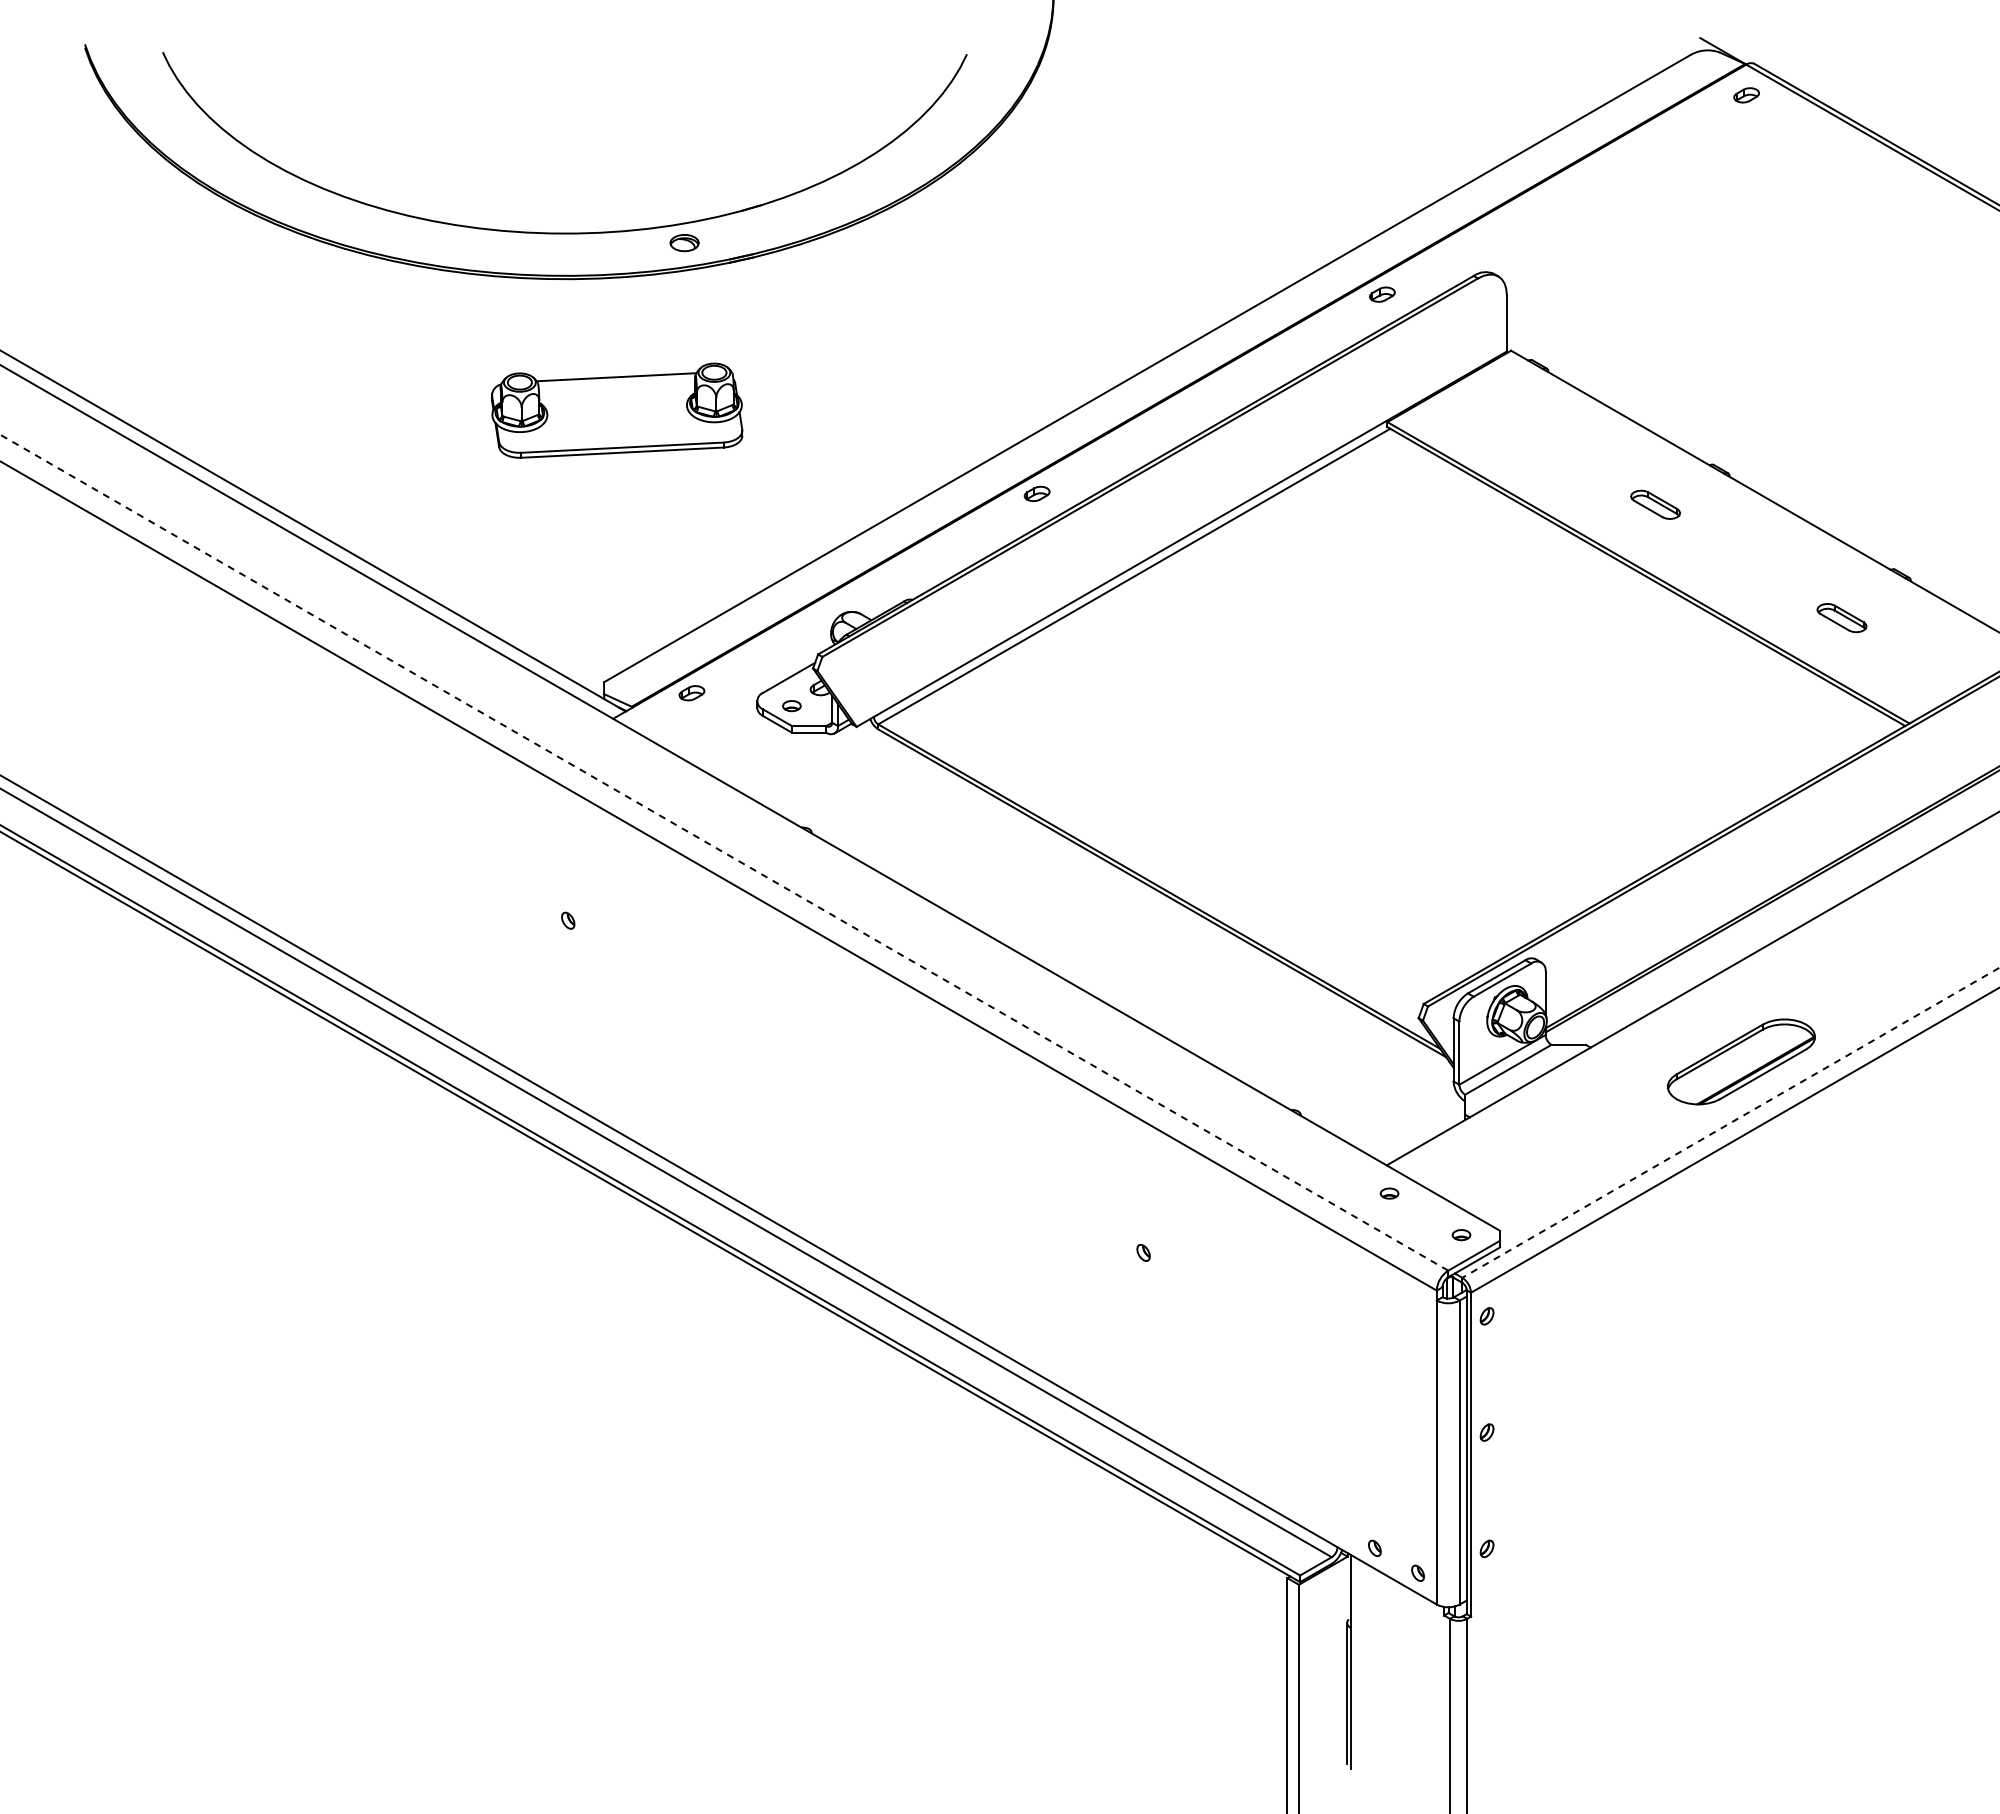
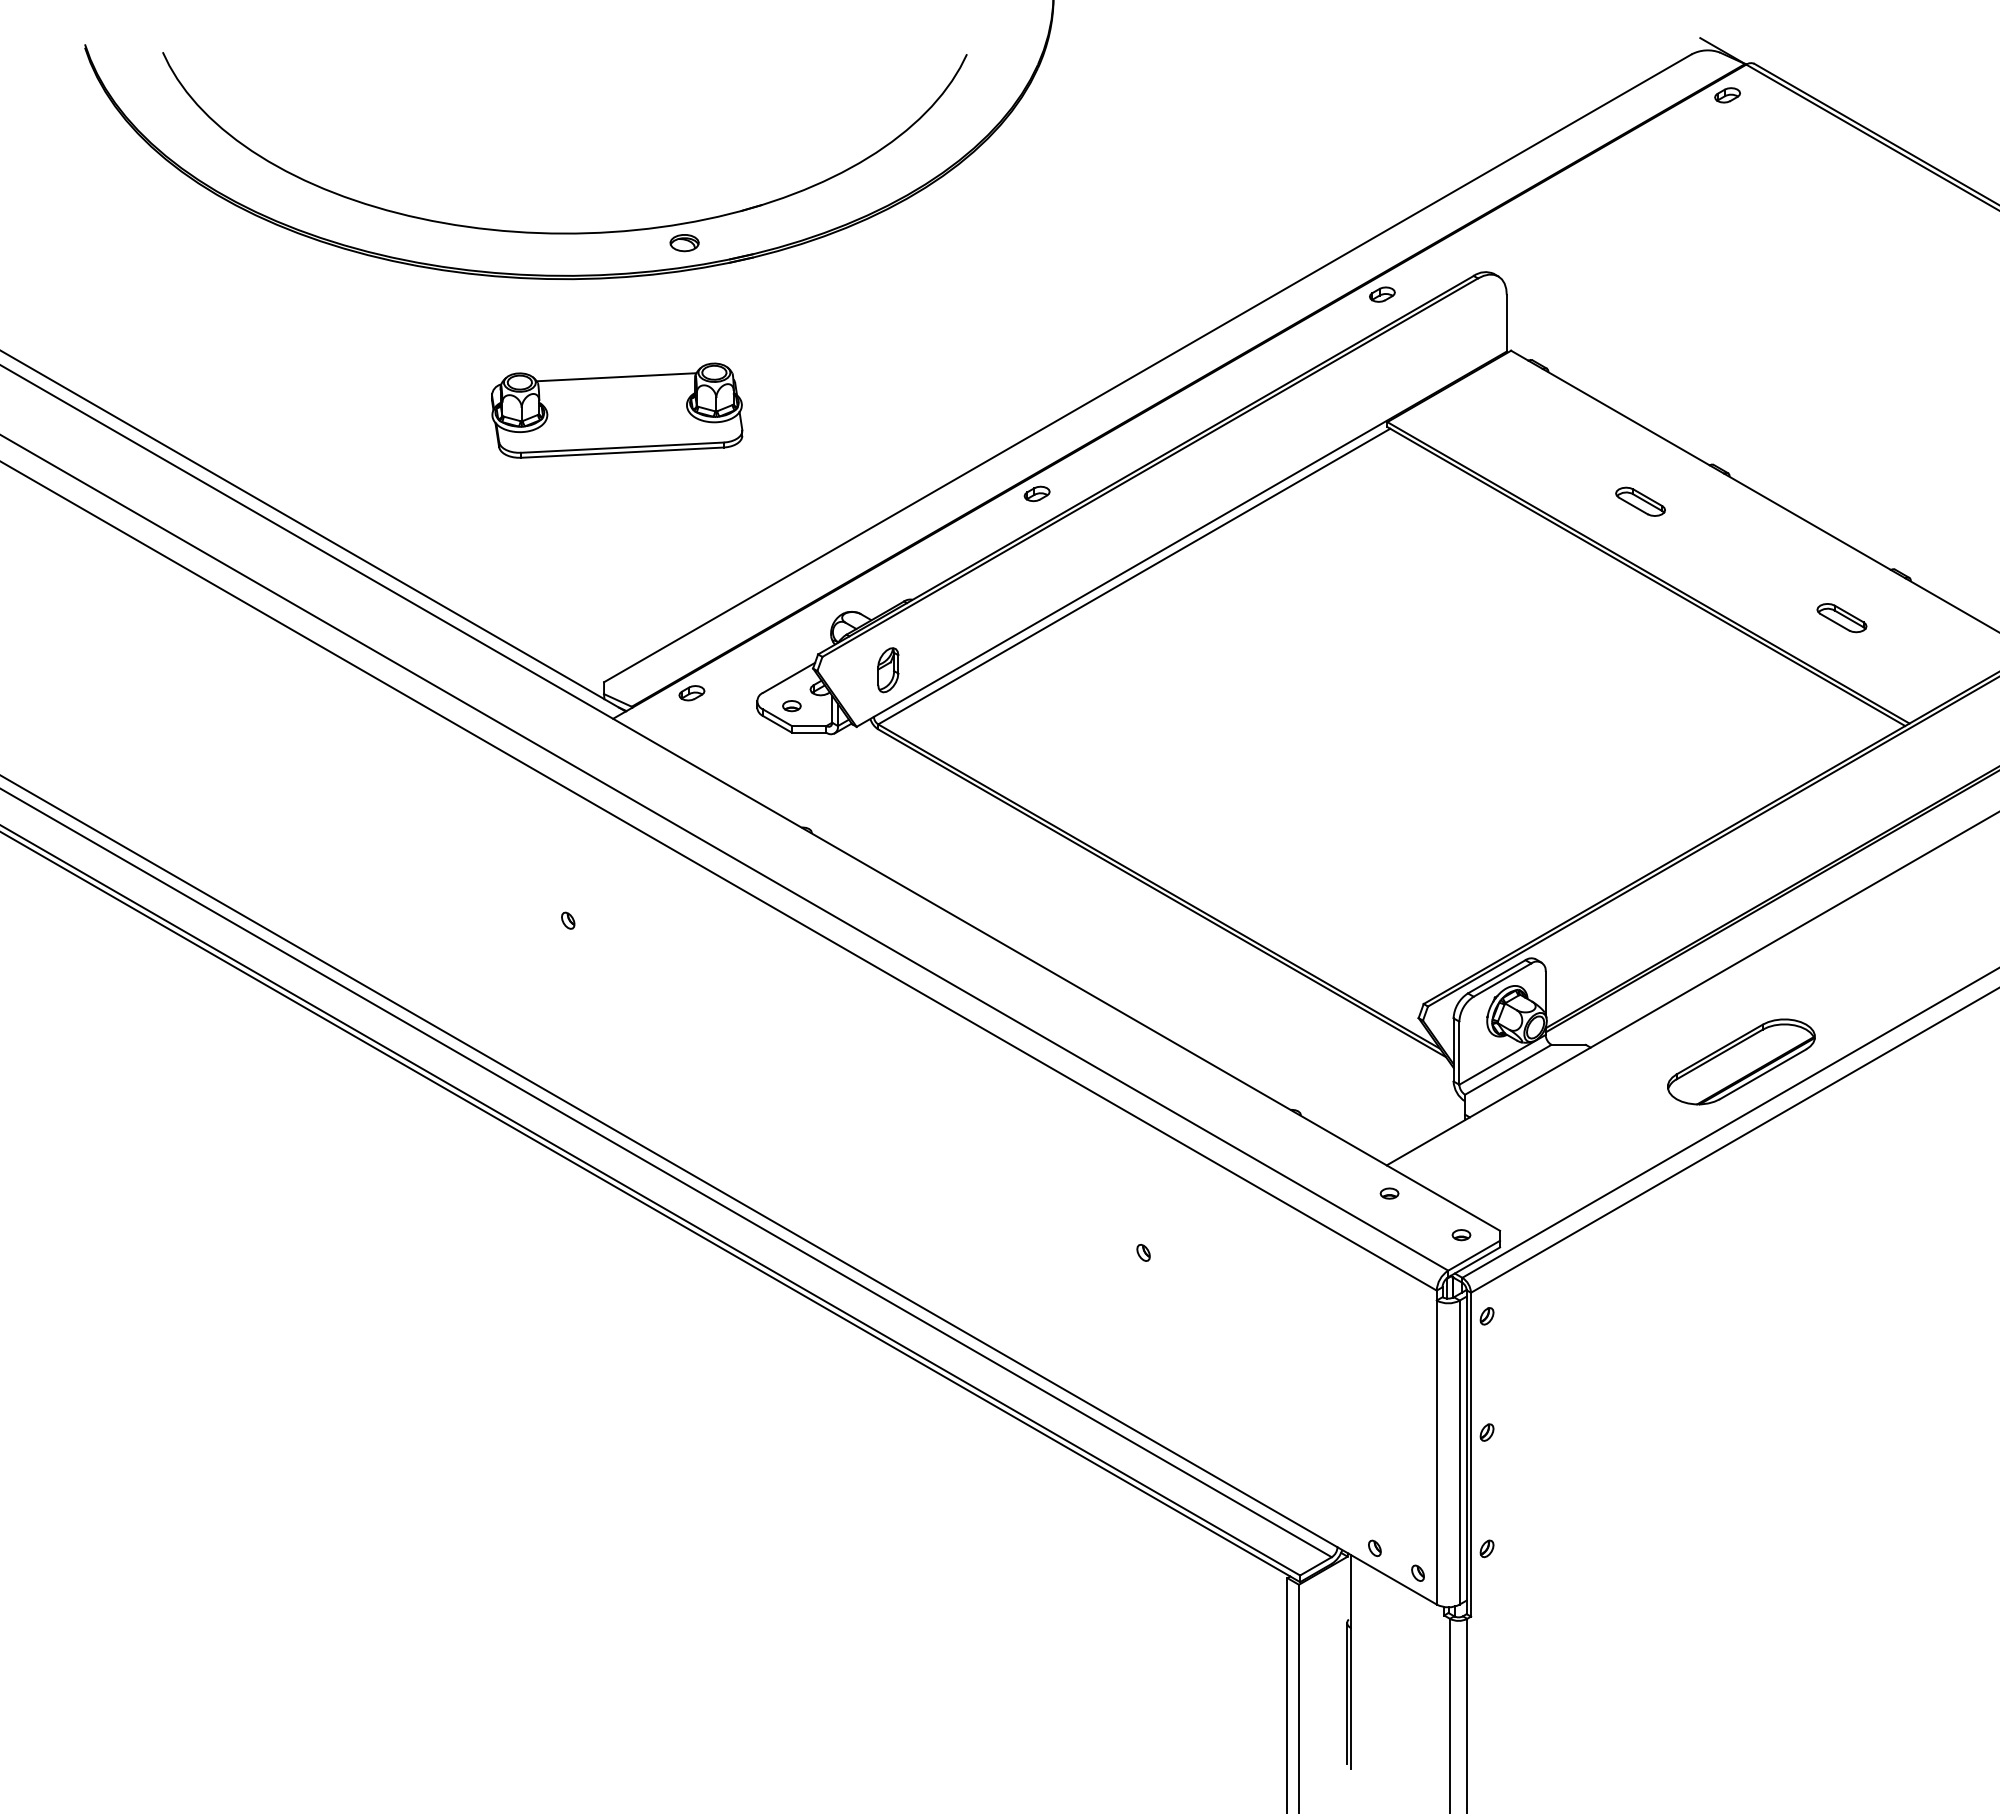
part at (1746, 95) position: (1746, 95) -> (1727, 95)
part at (1655, 504) position: (1655, 504) -> (1640, 501)
part at (888, 670): none -> present
line at (724, 852): dashed -> solid
line at (1730, 1122): dashed -> solid
